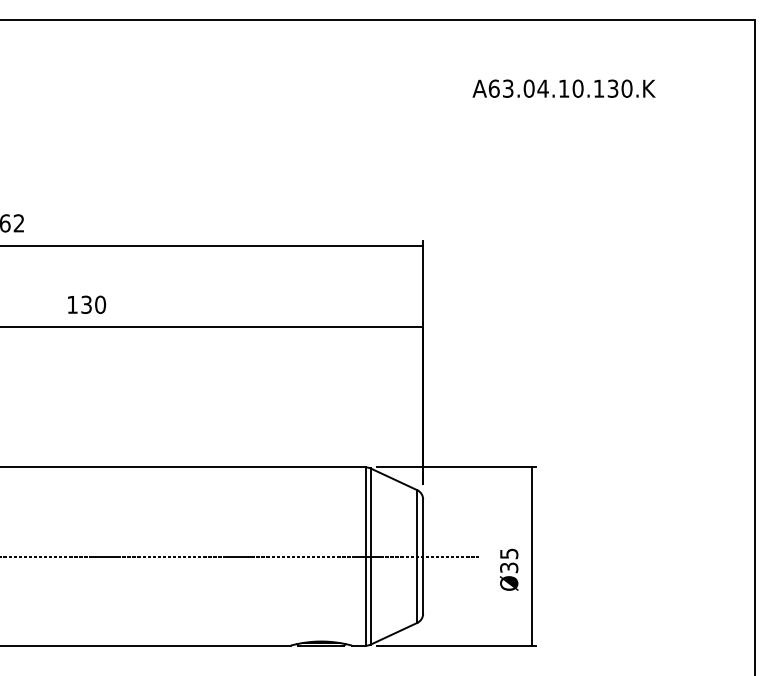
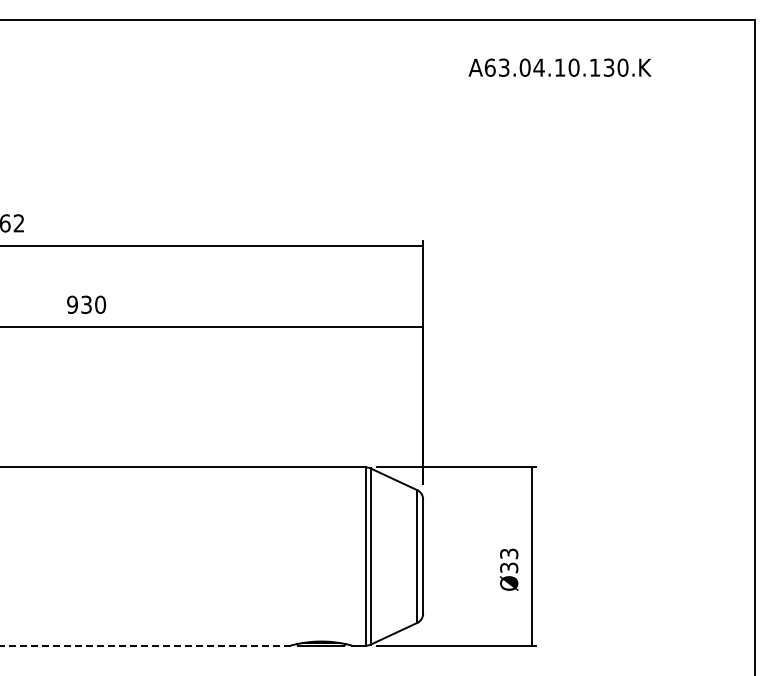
text at (563, 88) position: (563, 88) -> (559, 67)
text at (72, 304): 130 -> 930
text at (508, 553): Ø35 -> Ø33
line at (240, 556): present -> none
line at (144, 645): solid -> dashed
